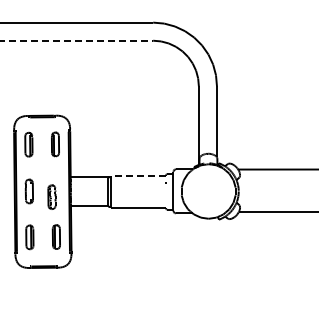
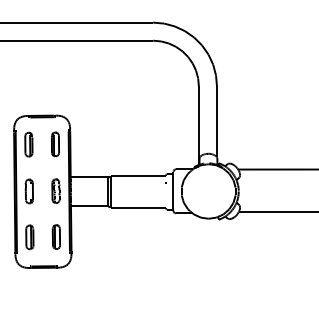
line at (77, 40): dashed -> solid
line at (138, 175): dashed -> solid
part at (51, 196) position: (51, 196) -> (55, 190)
